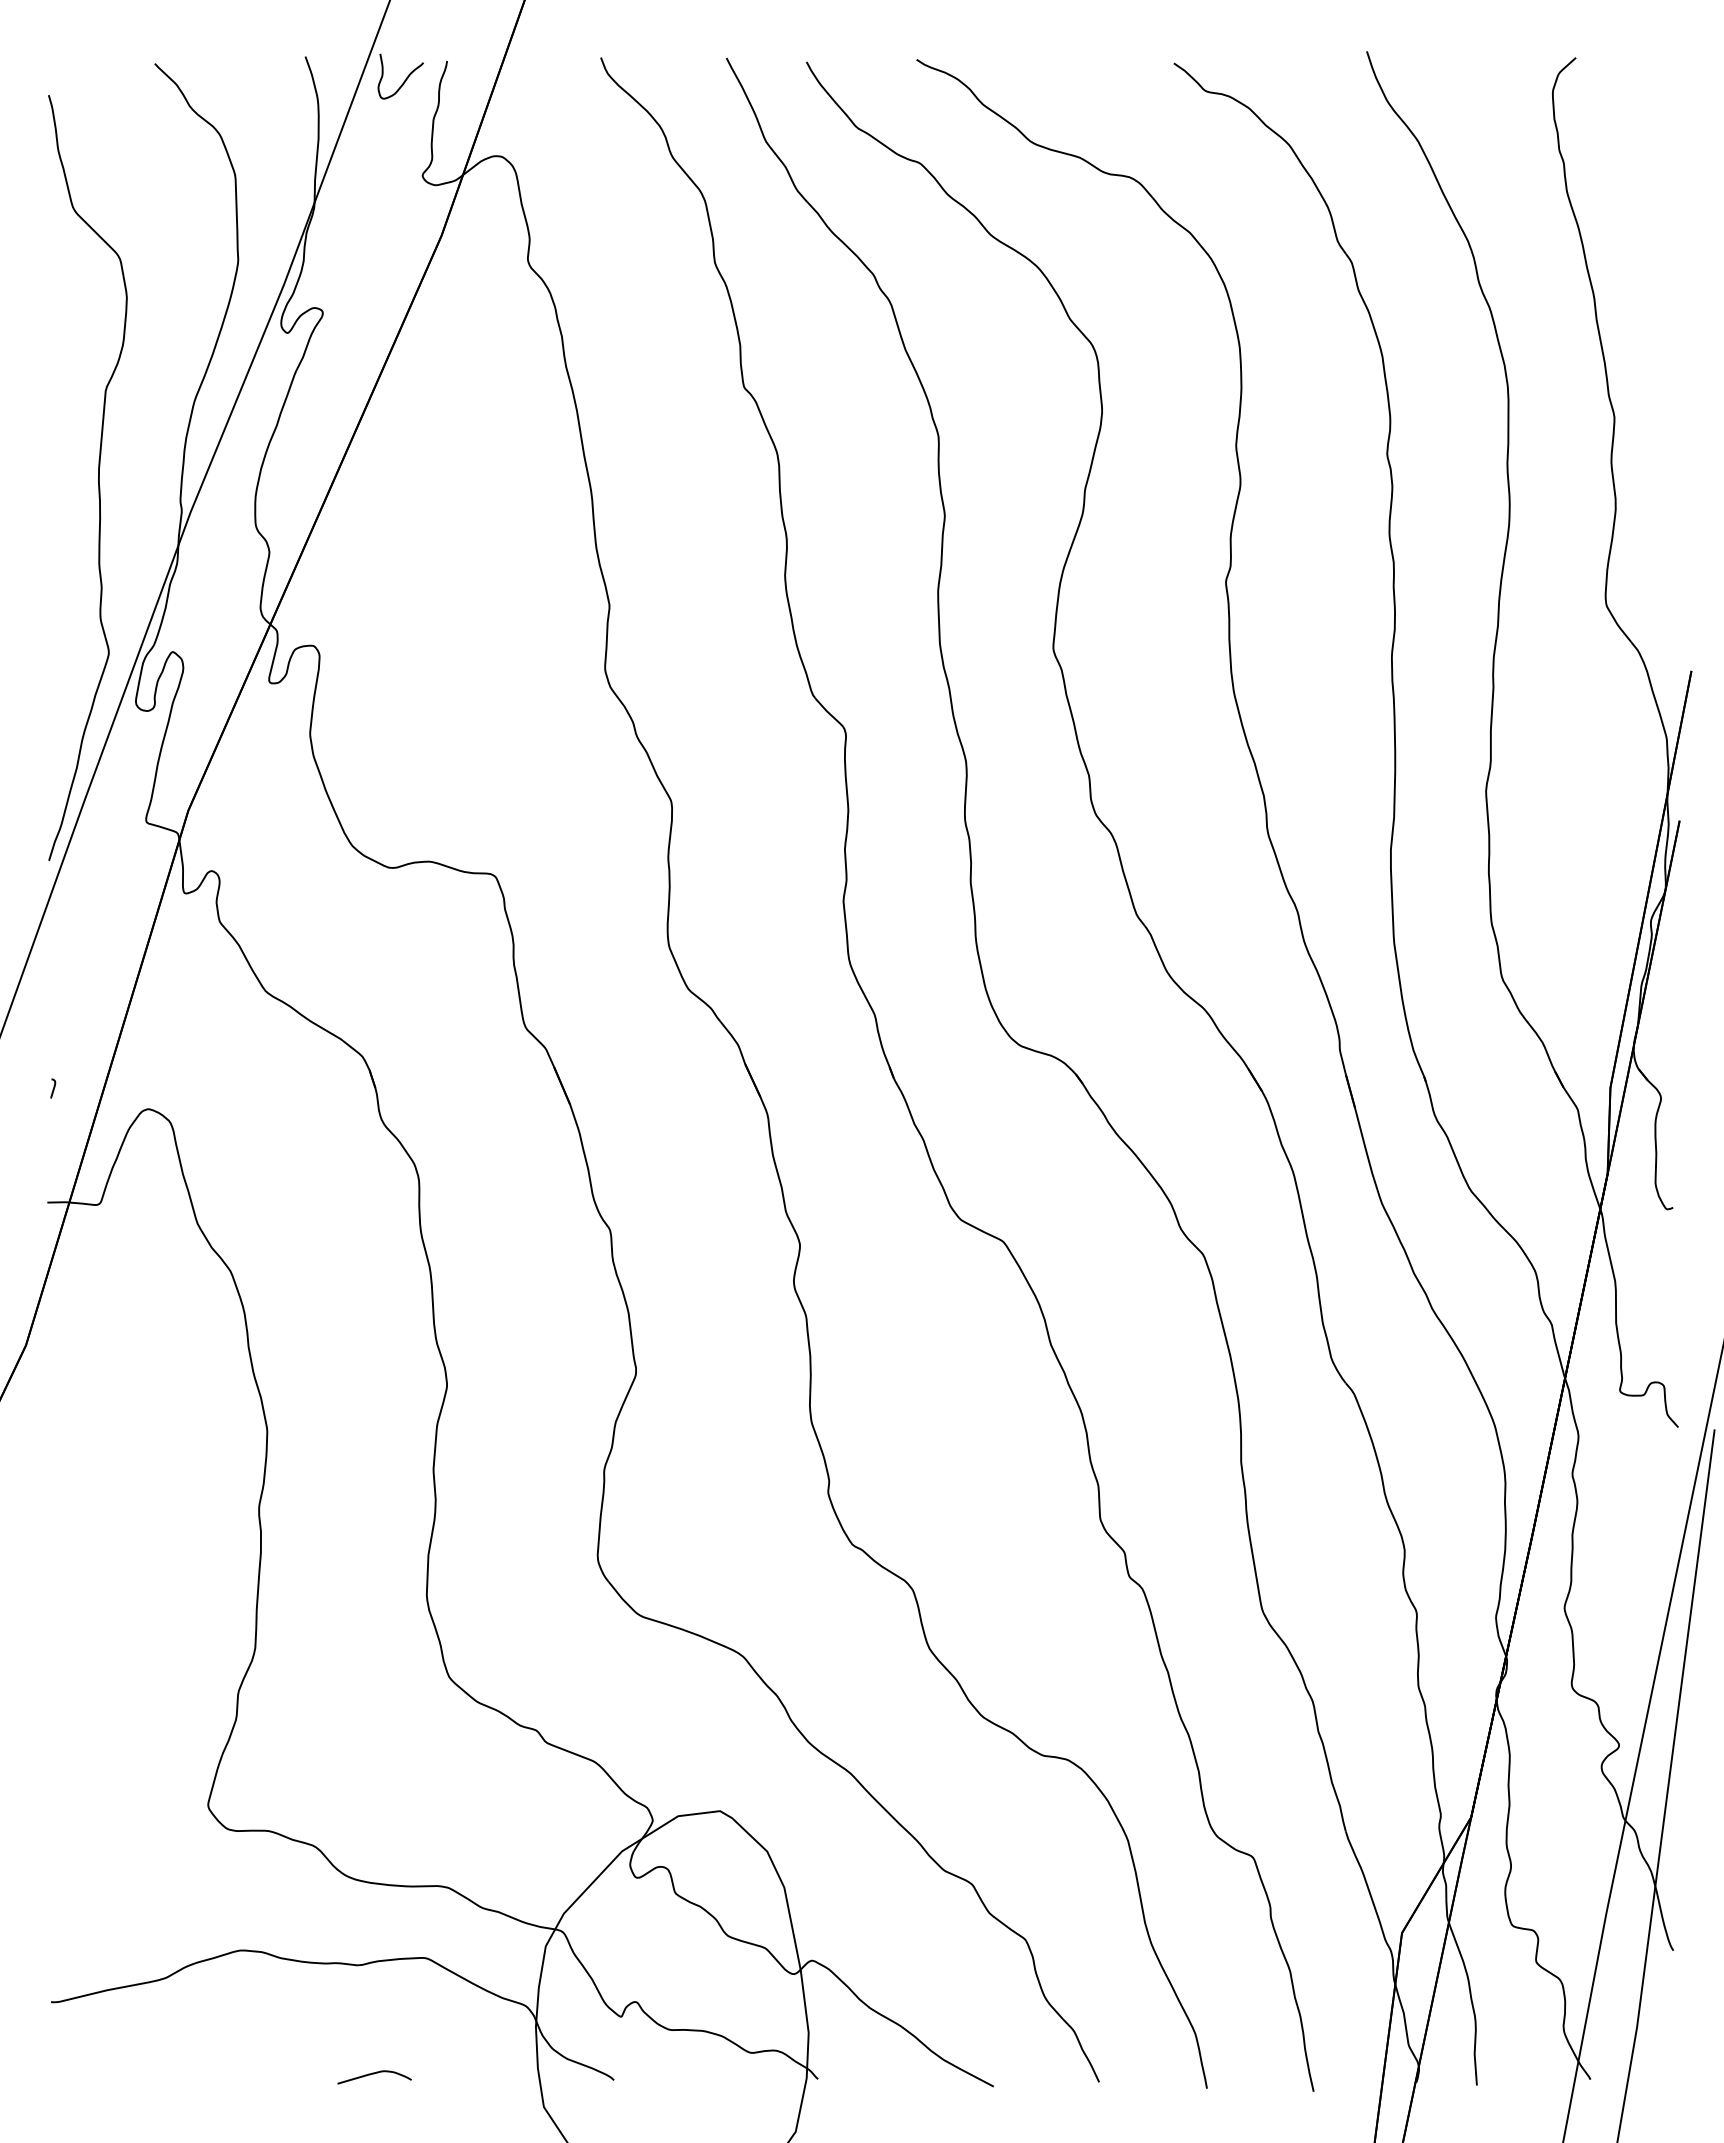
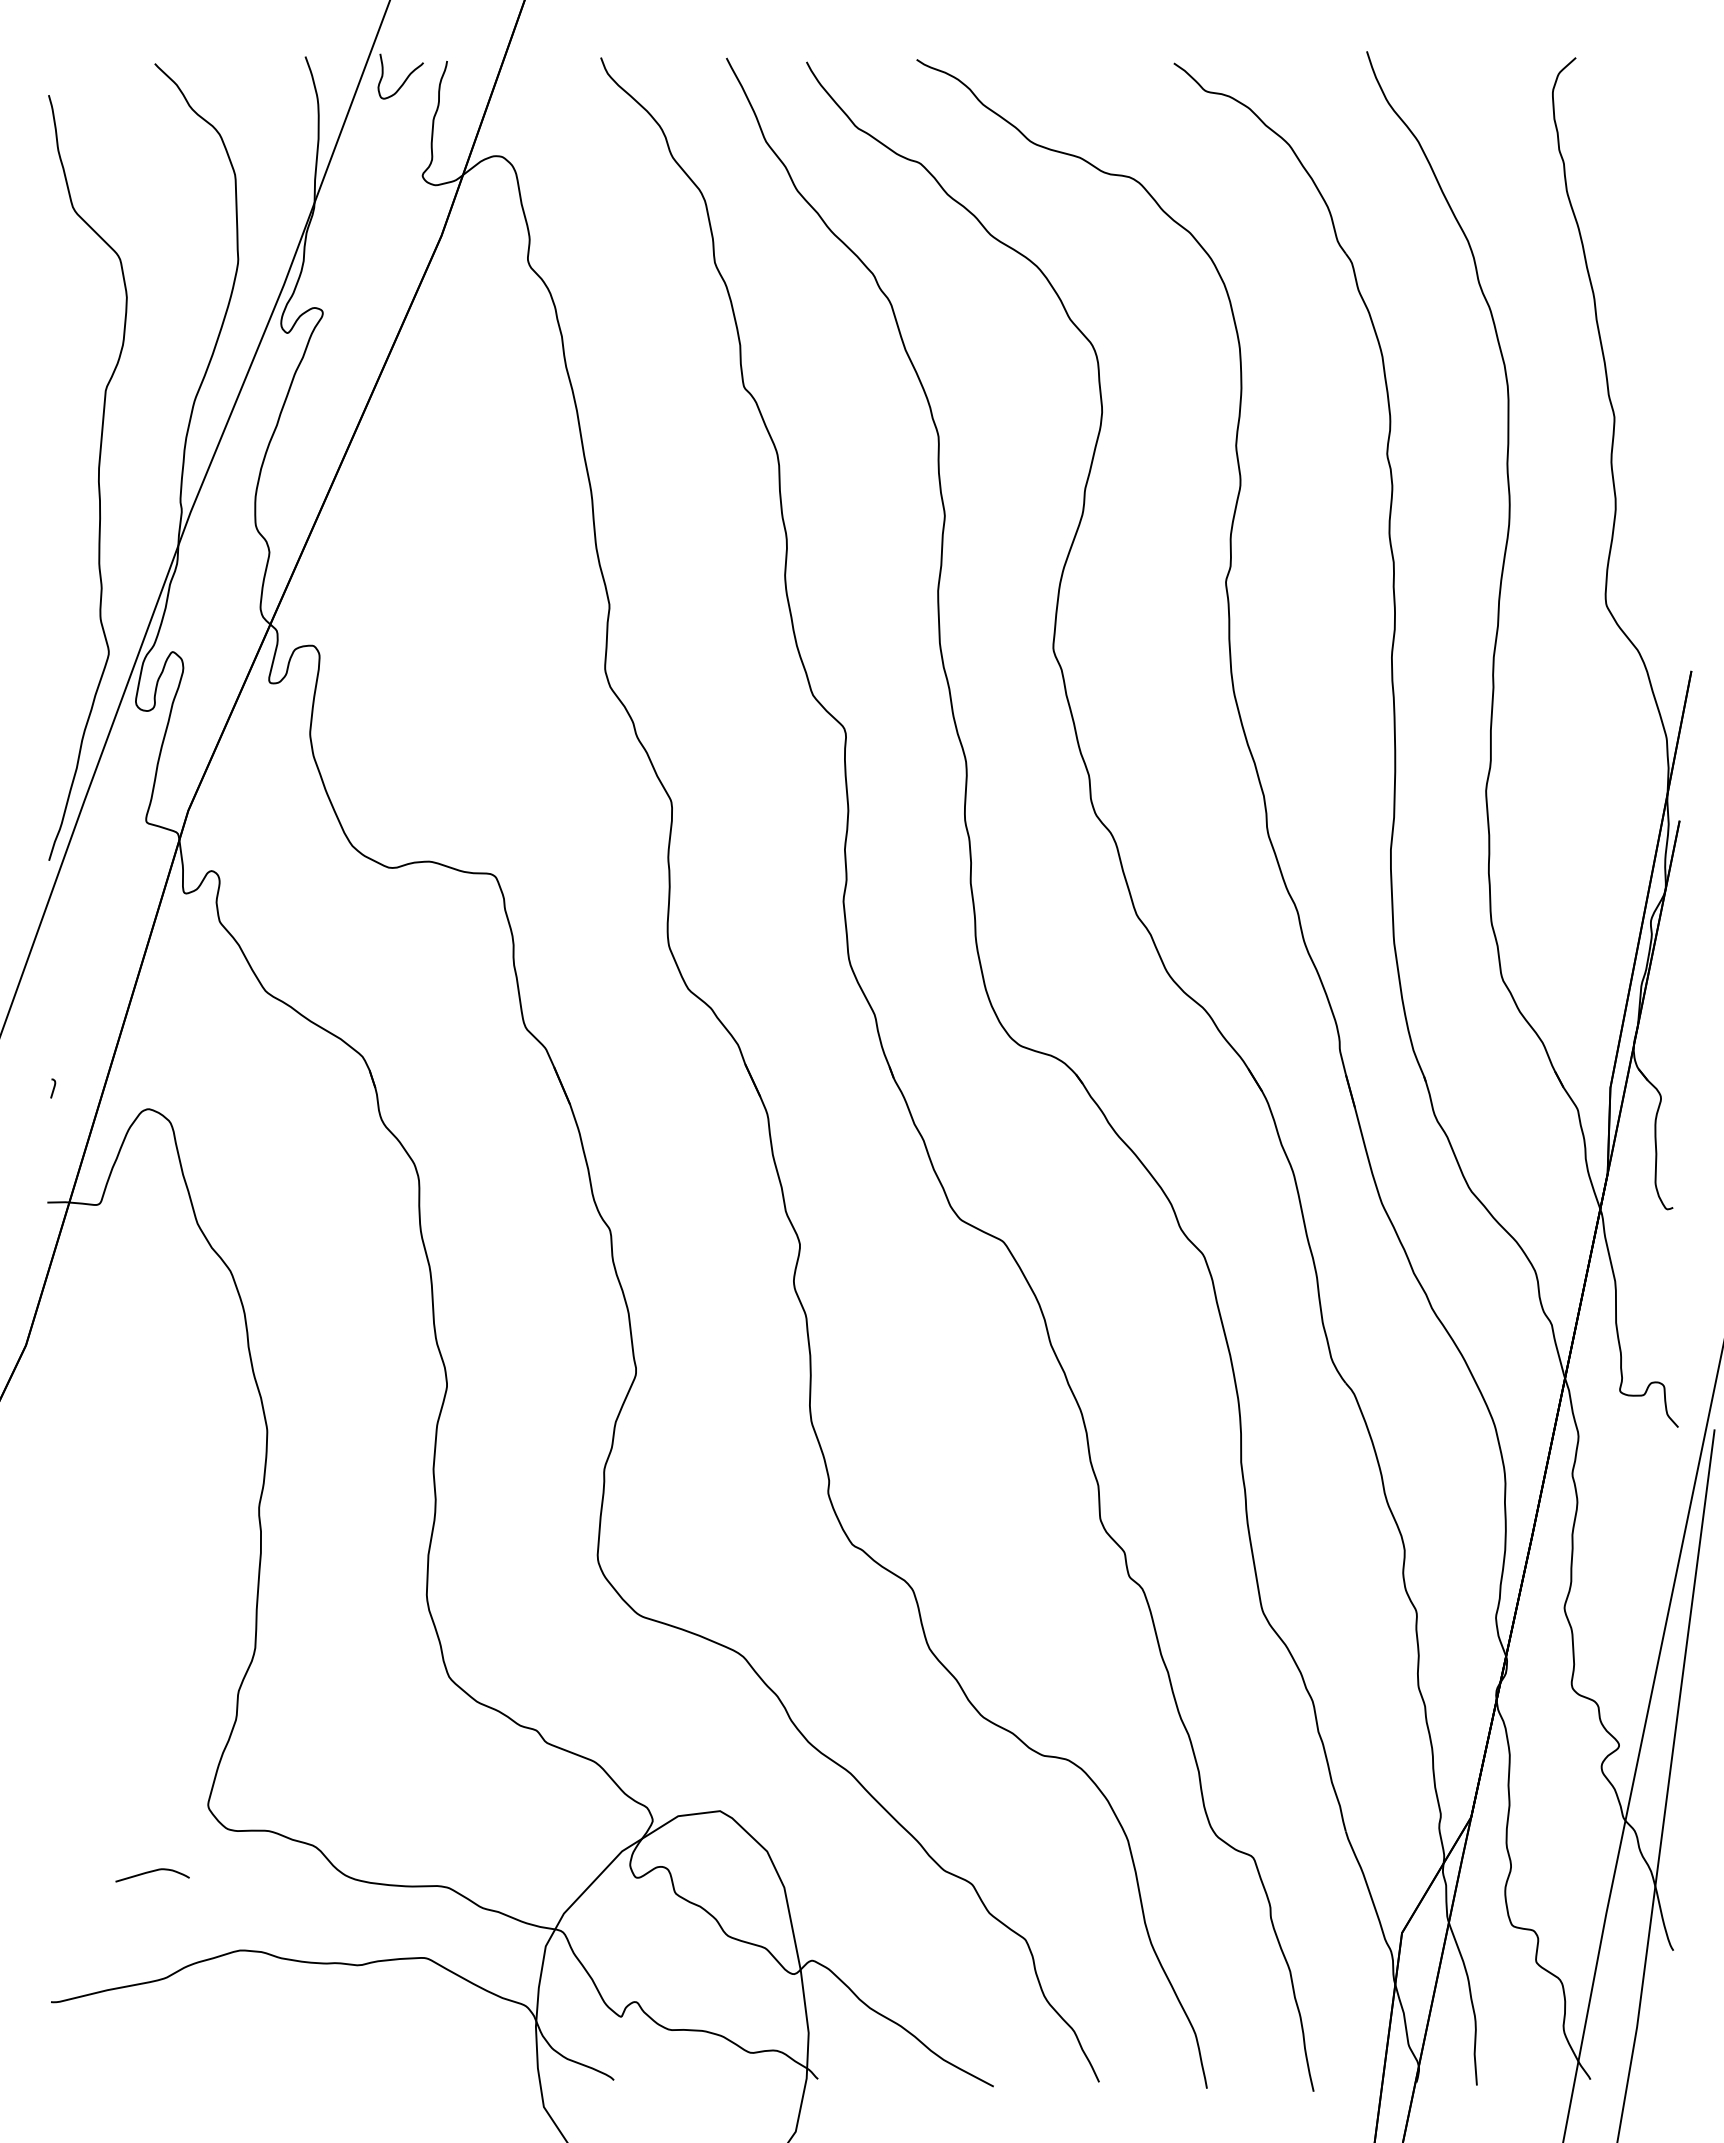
curve at (374, 2074) position: (374, 2074) -> (152, 1872)
